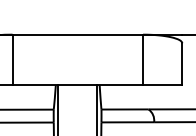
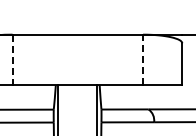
line at (143, 59): solid -> dashed
line at (12, 60): solid -> dashed
